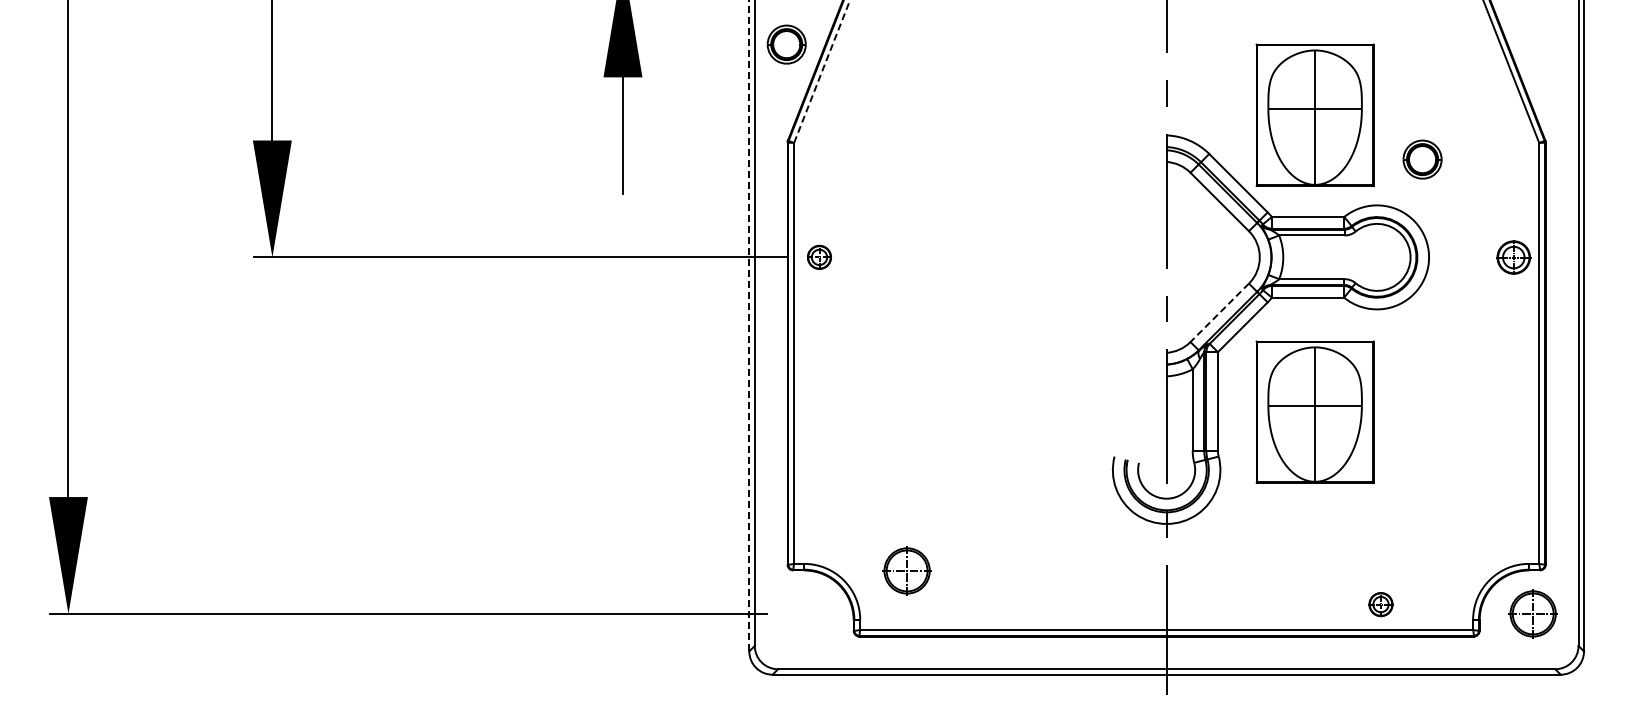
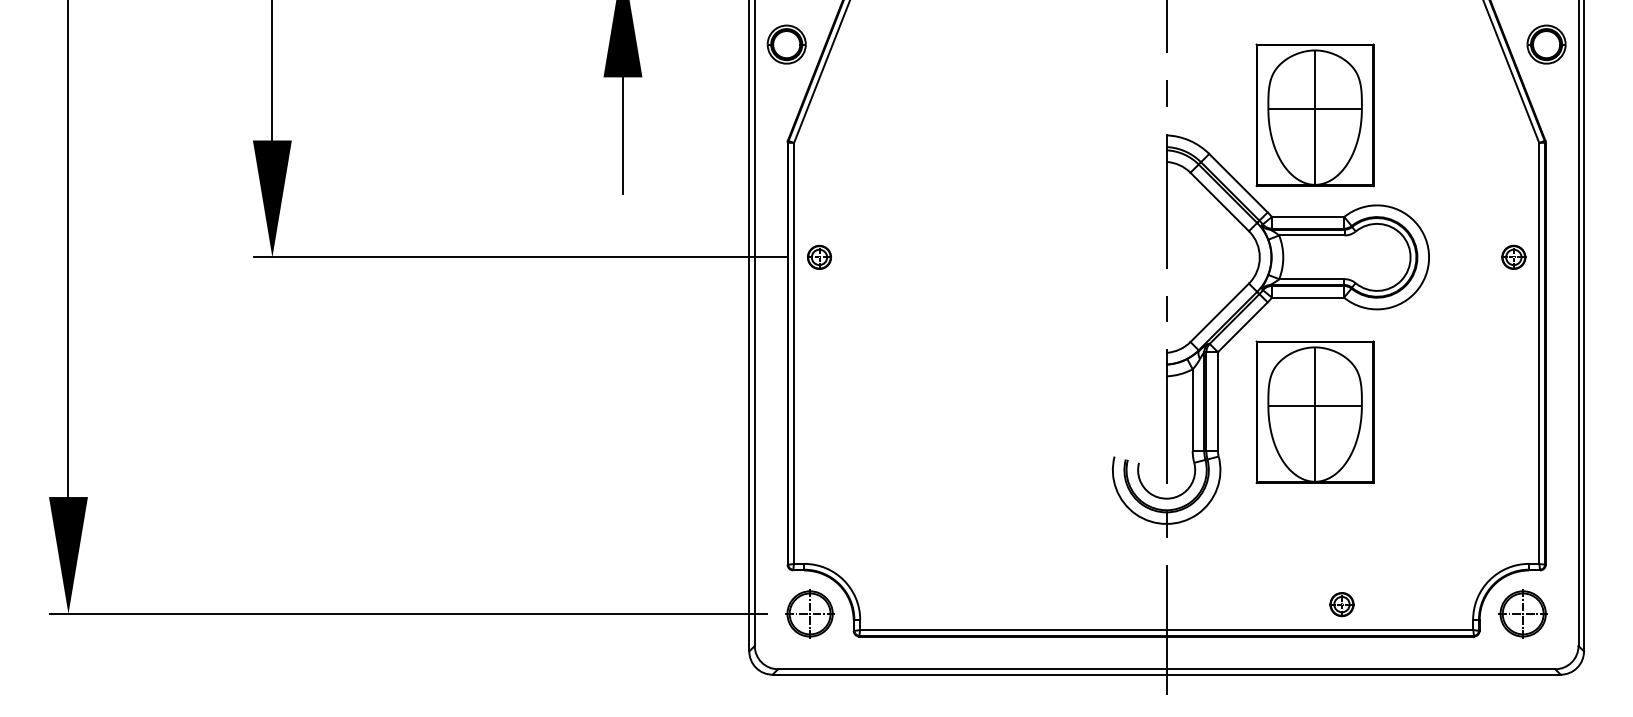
line at (822, 71): dashed -> solid
part at (1422, 159) position: (1422, 159) -> (1546, 44)
part at (1513, 257) size: 36x35 px -> 26x26 px
line at (1219, 313): dashed -> solid
line at (749, 325): dashed -> solid
part at (906, 570) position: (906, 570) -> (809, 613)
part at (1380, 604) position: (1380, 604) -> (1341, 604)
part at (1532, 613) position: (1532, 613) -> (1522, 613)
